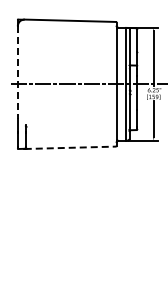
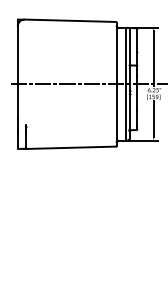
line at (17, 73): dashed -> solid
line at (70, 147): dashed -> solid
